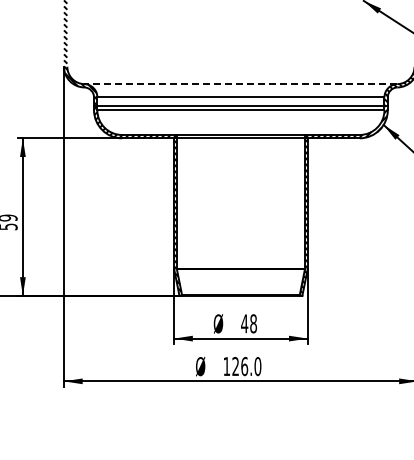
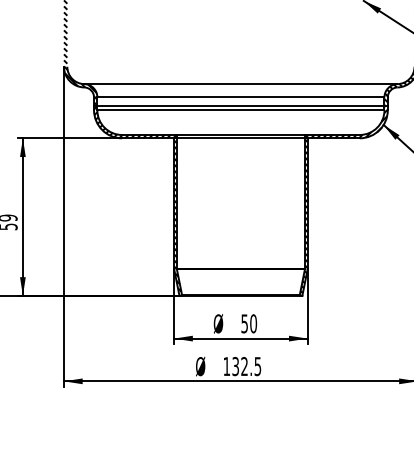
line at (240, 84): dashed -> solid
text at (249, 323): 48 -> 50
text at (246, 366): 126.0 -> 132.5
